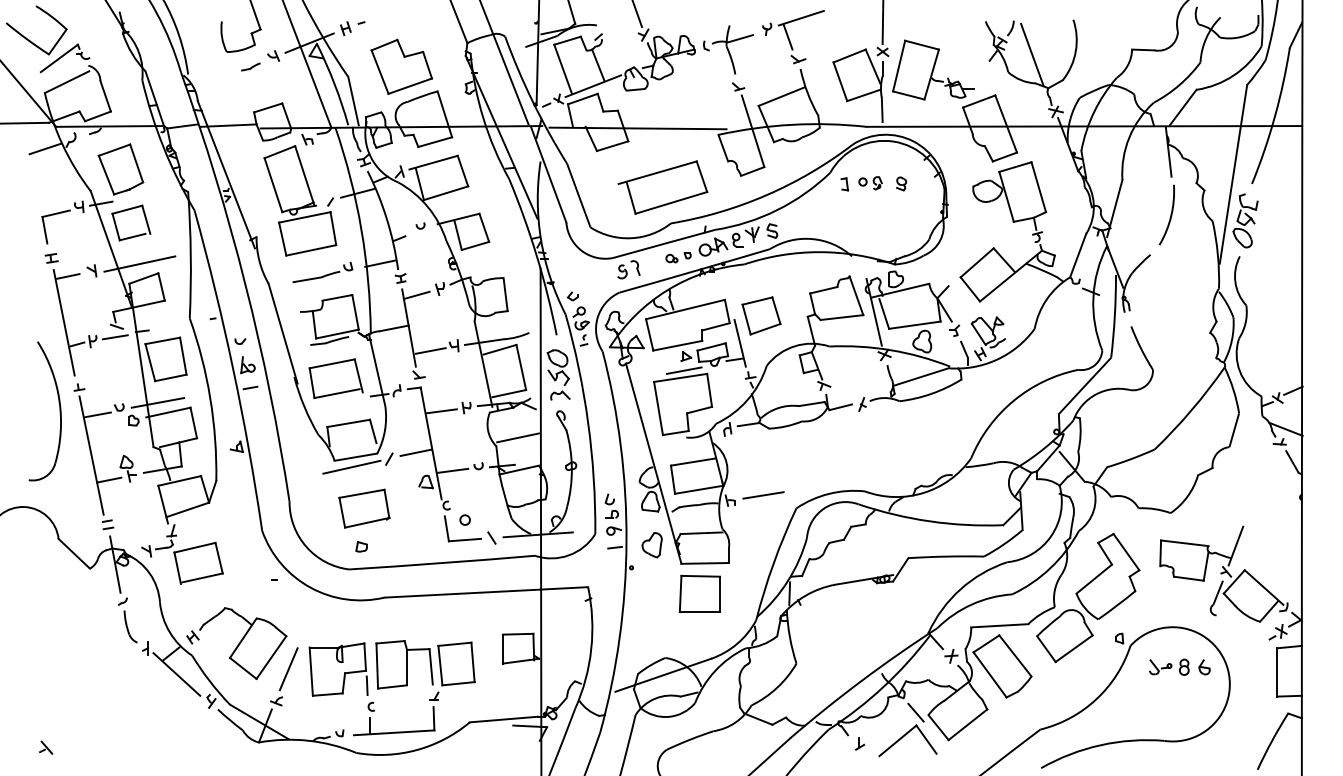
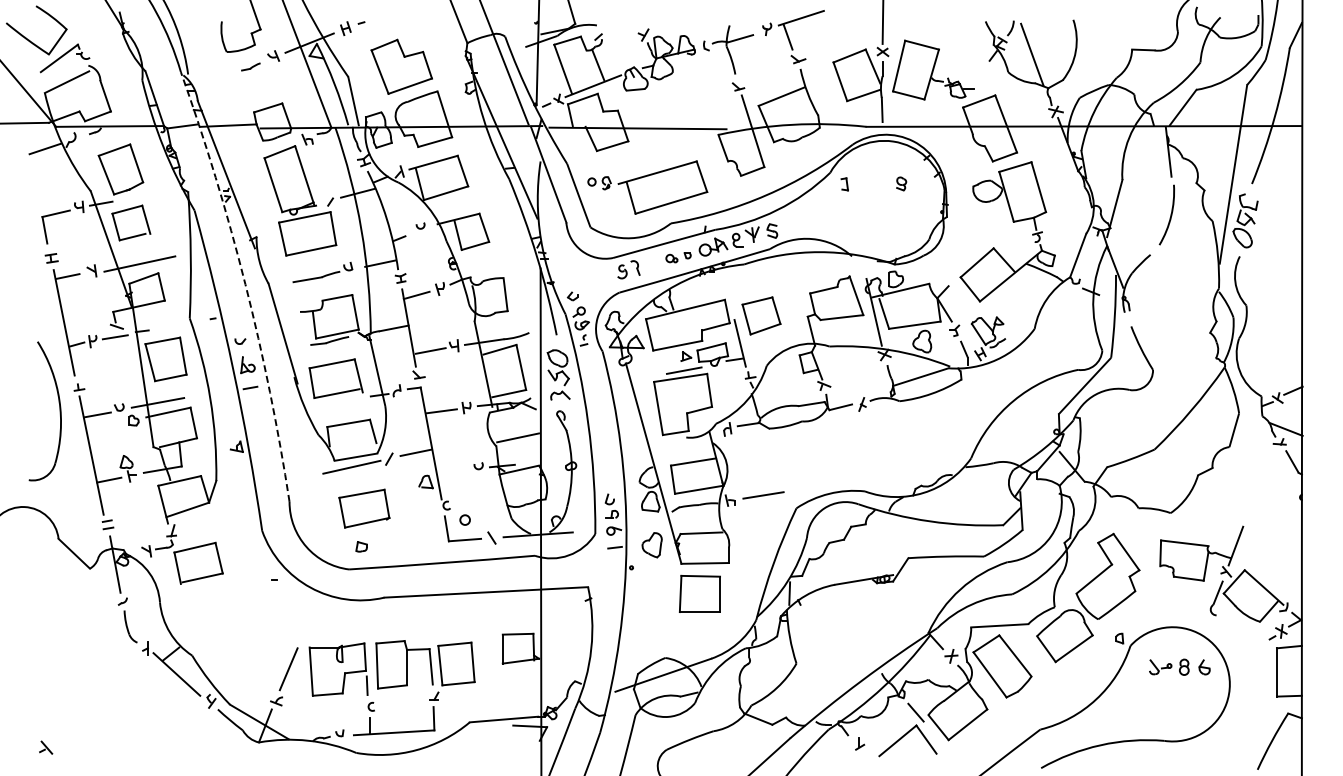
line at (637, 14): present -> none
part at (870, 183) position: (870, 183) -> (599, 183)
arc at (245, 284): solid -> dashed
line at (452, 470): present -> none
part at (236, 643): present -> none
